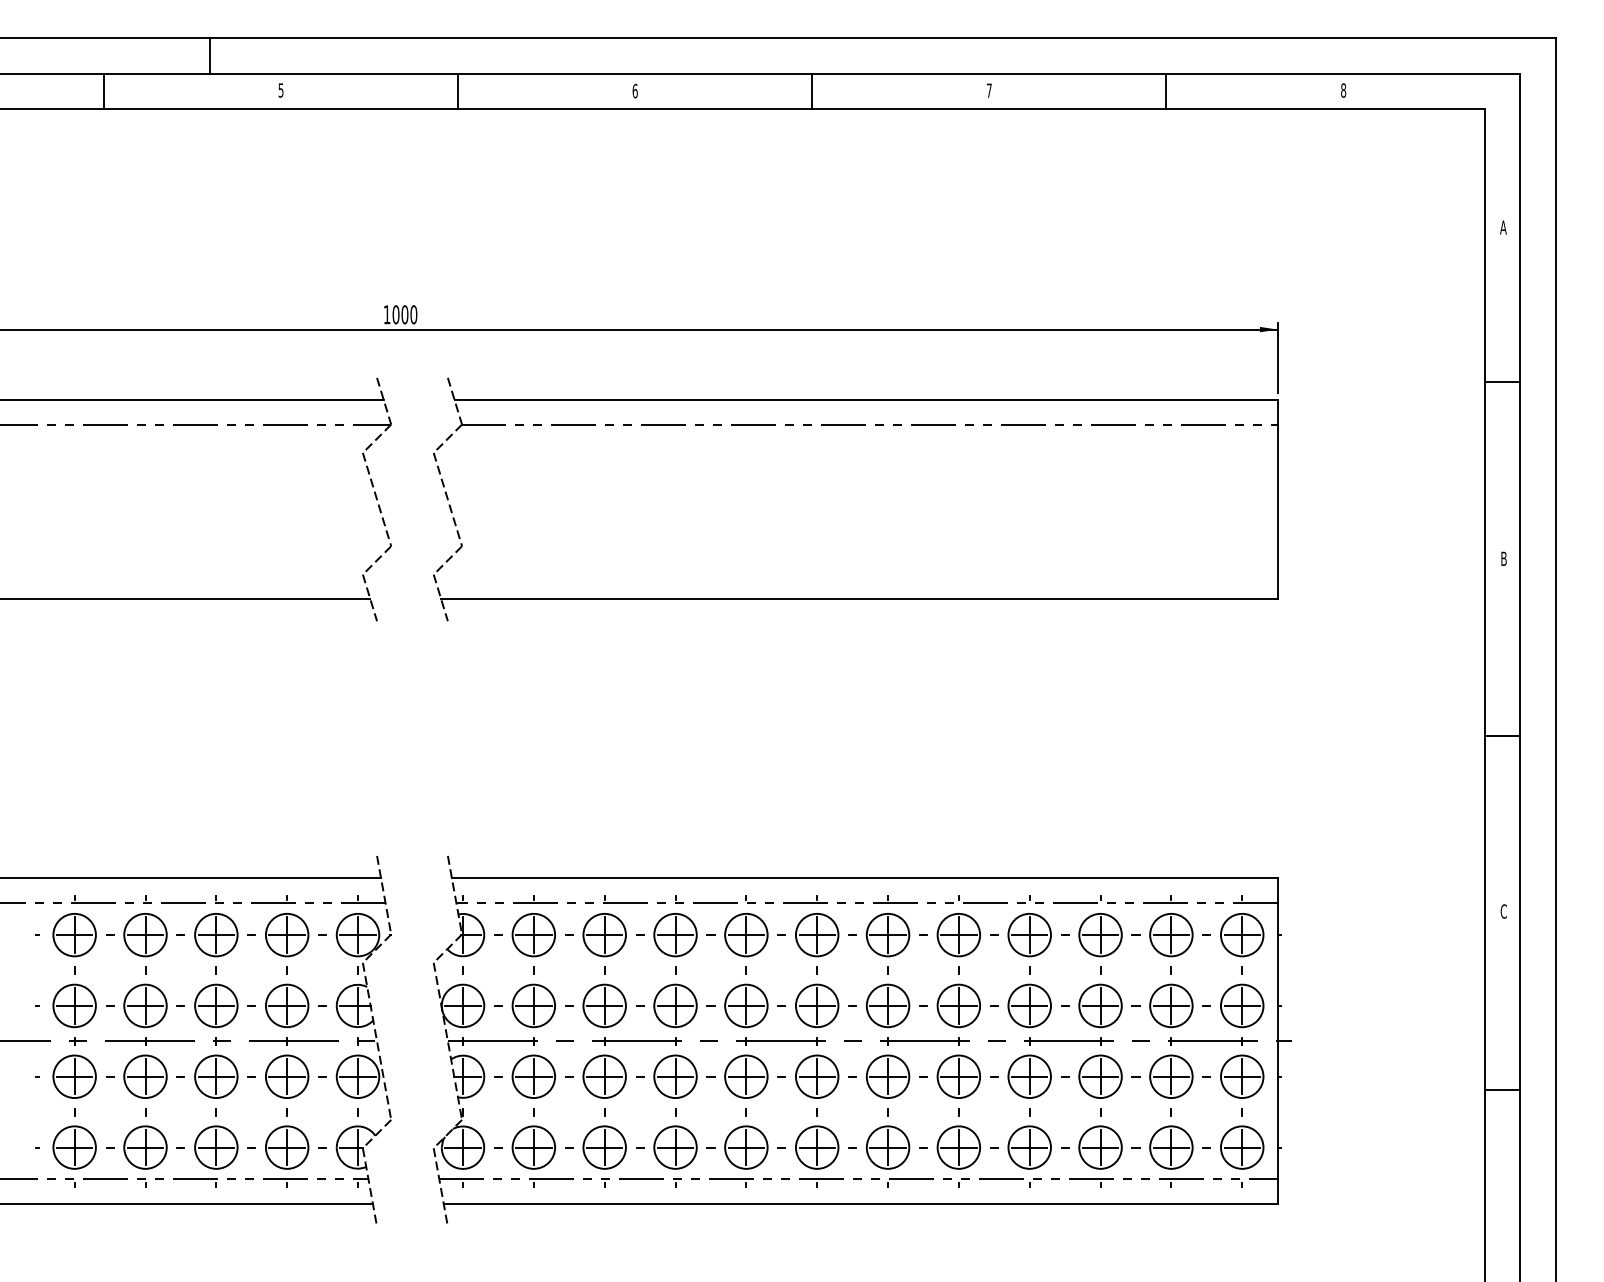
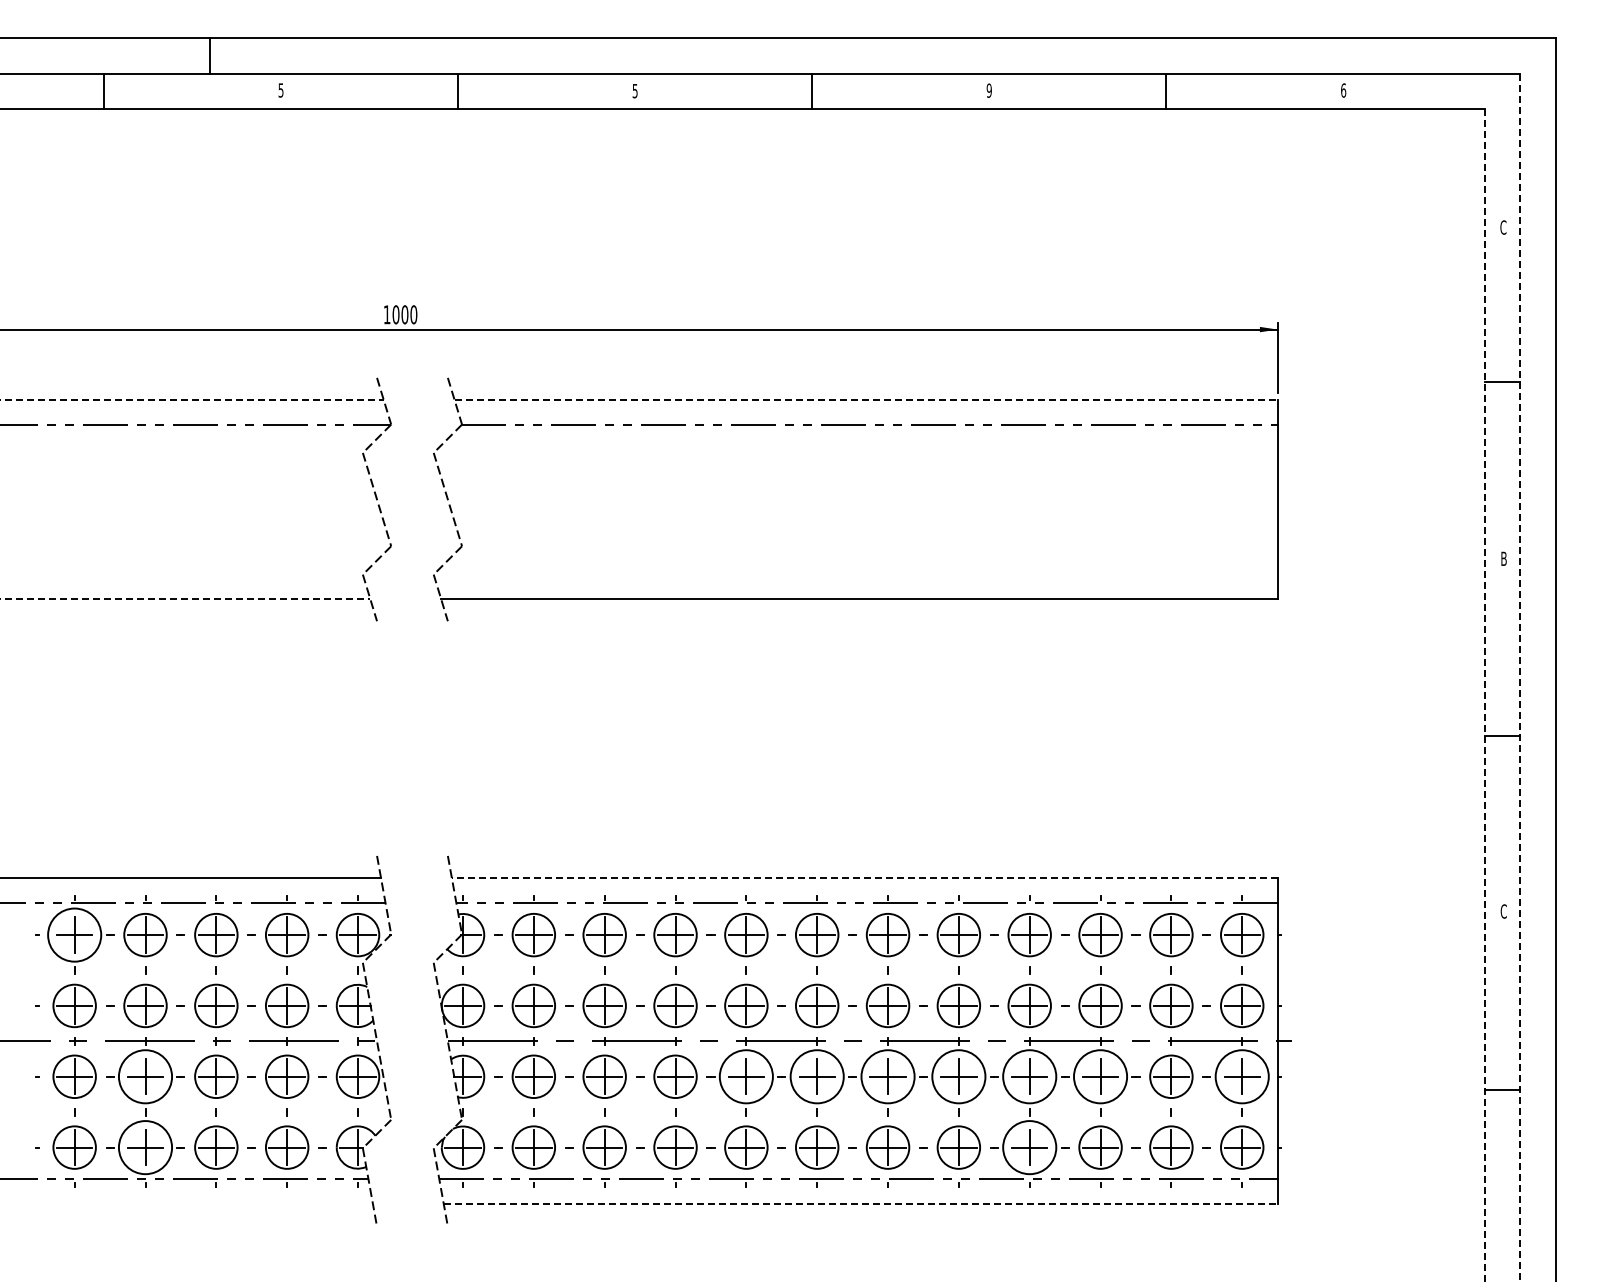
text at (634, 90): 6 -> 5
text at (988, 90): 7 -> 9
text at (1343, 90): 8 -> 6
text at (1503, 227): A -> C
line at (192, 400): solid -> dashed
line at (866, 400): solid -> dashed
line at (185, 598): solid -> dashed
line at (1520, 677): solid -> dashed
line at (1485, 695): solid -> dashed
line at (864, 878): solid -> dashed
circle at (74, 934) diameter: 43 px -> 53 px
circle at (145, 1076) diameter: 43 px -> 53 px
circle at (746, 1076) diameter: 43 px -> 53 px
circle at (816, 1076) diameter: 43 px -> 53 px
circle at (887, 1076) diameter: 43 px -> 53 px
circle at (958, 1076) diameter: 43 px -> 53 px
circle at (1029, 1076) diameter: 43 px -> 53 px
circle at (1100, 1076) diameter: 43 px -> 53 px
circle at (1241, 1076) diameter: 43 px -> 53 px
circle at (145, 1147) diameter: 43 px -> 53 px
circle at (1029, 1147) diameter: 43 px -> 53 px
line at (187, 1204): present -> none
line at (860, 1204): solid -> dashed
